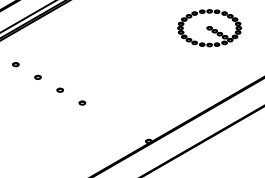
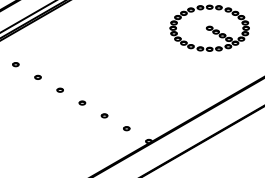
part at (209, 28) size: 65x39 px -> 81x48 px
part at (104, 115): none -> present
part at (126, 128): none -> present
